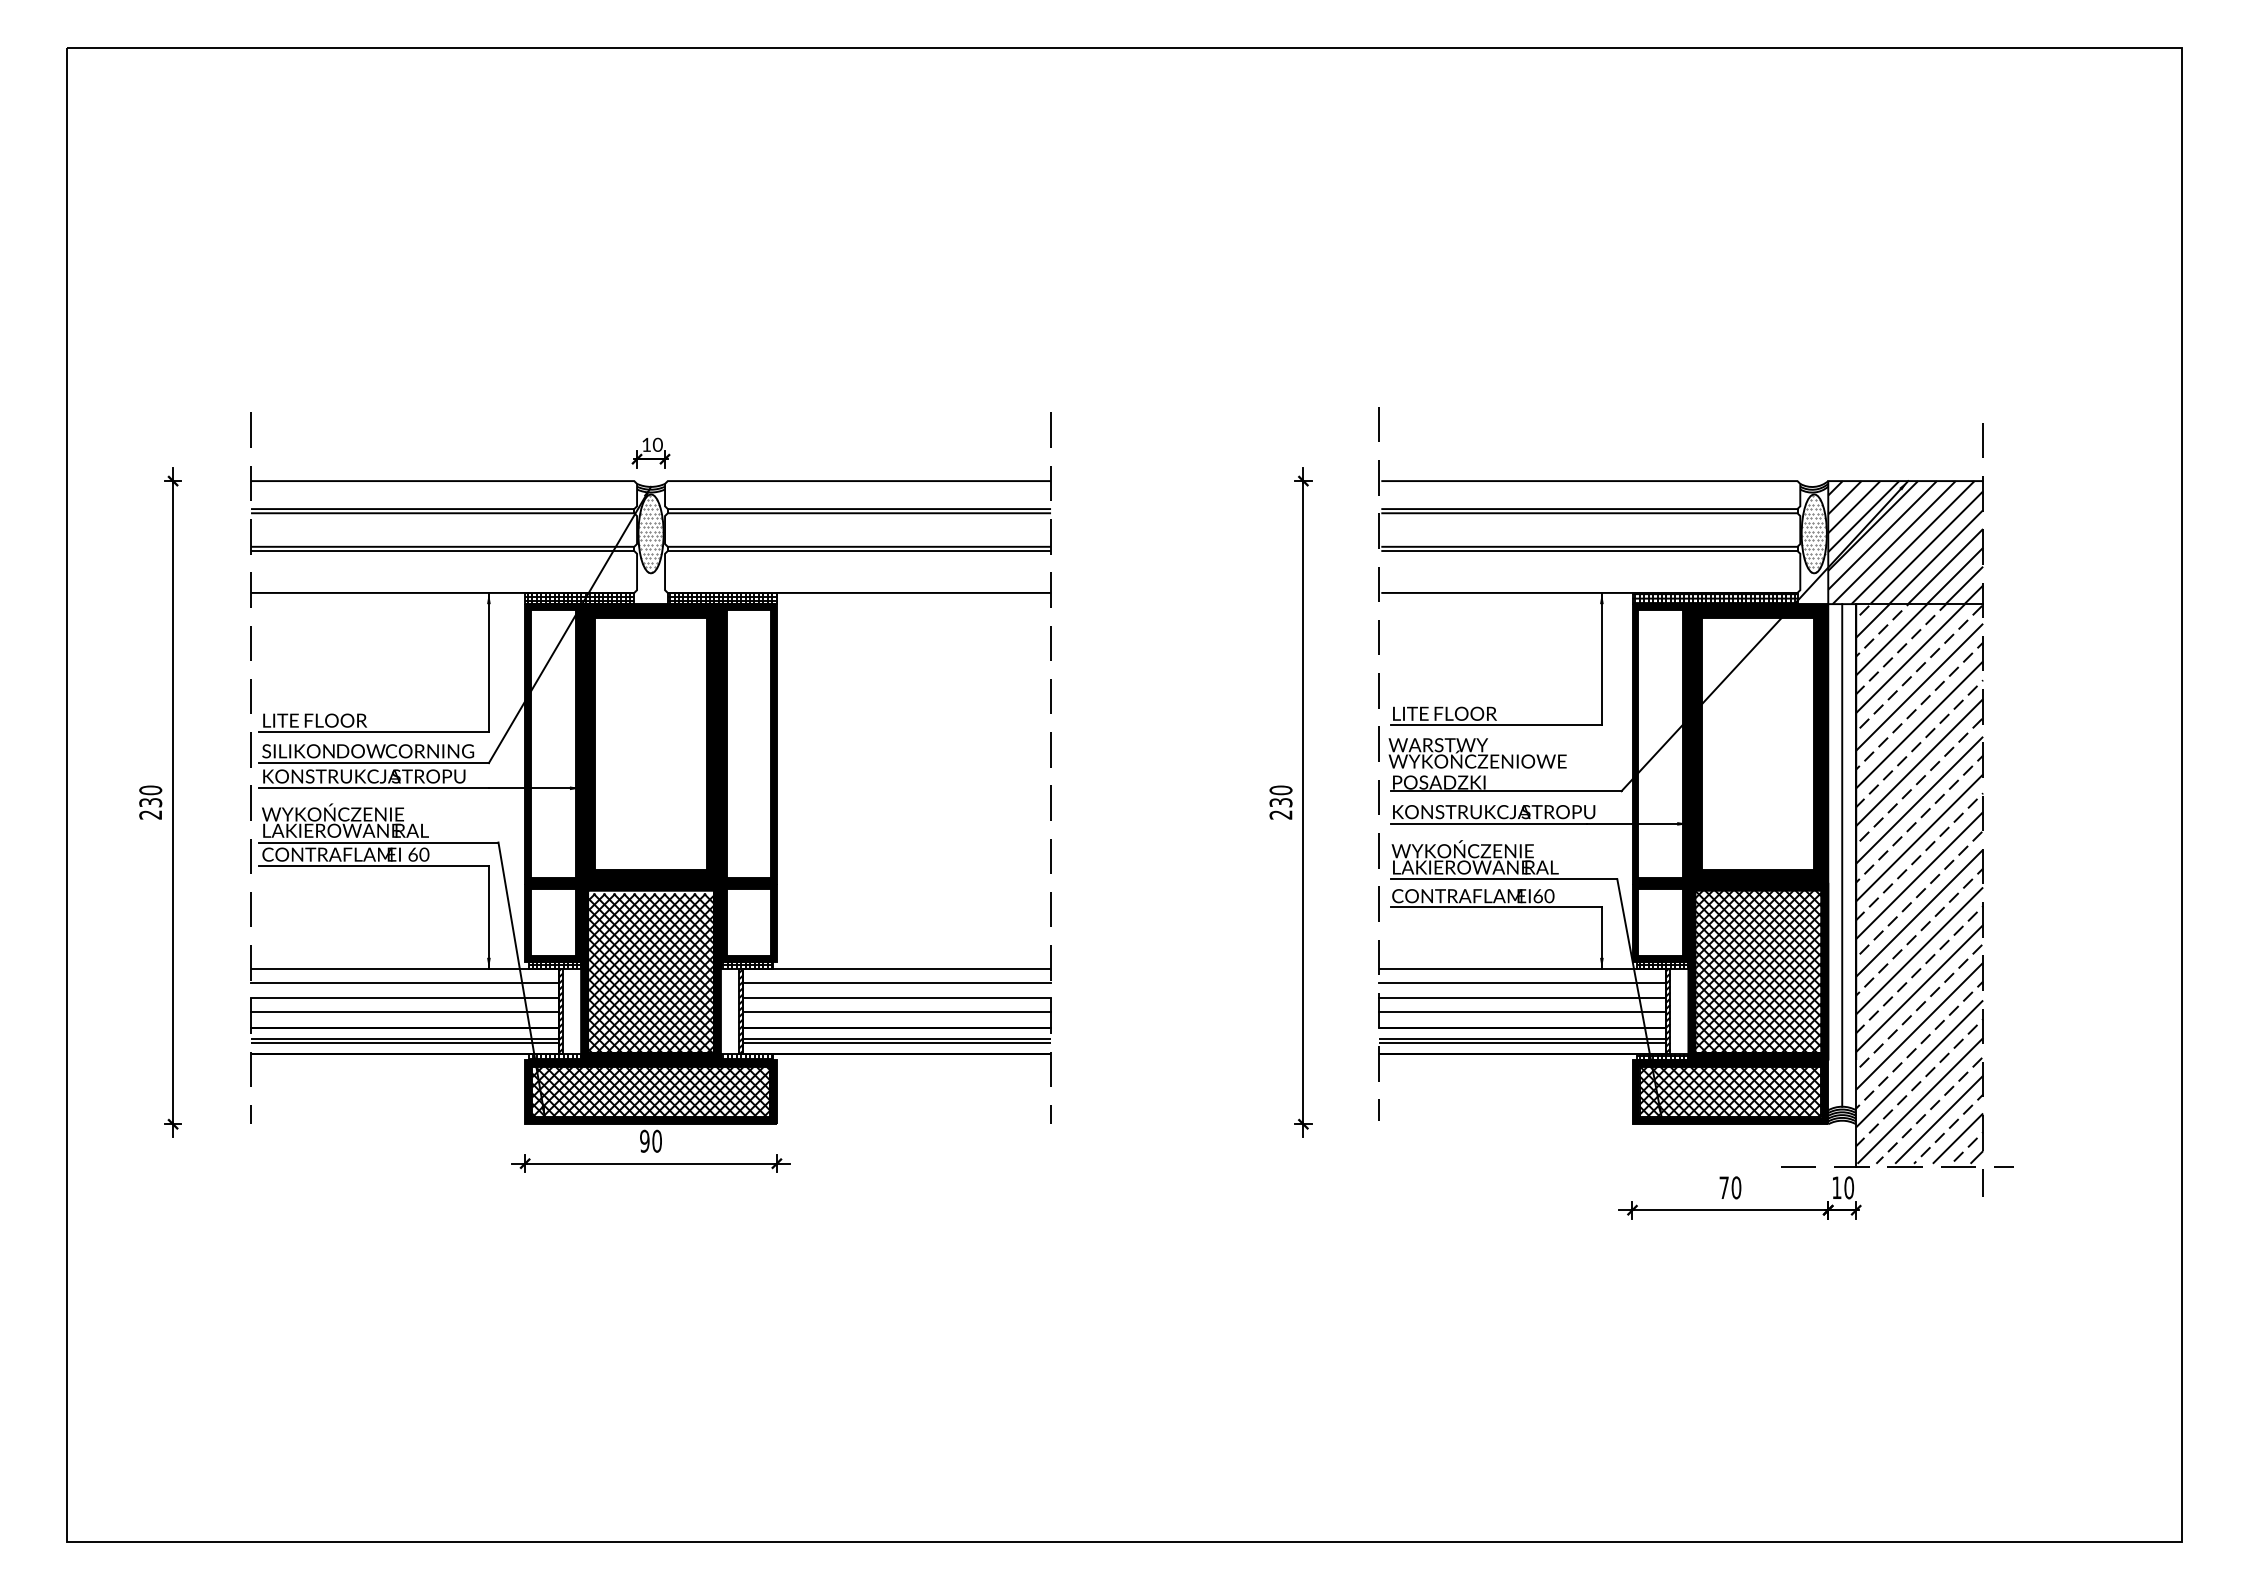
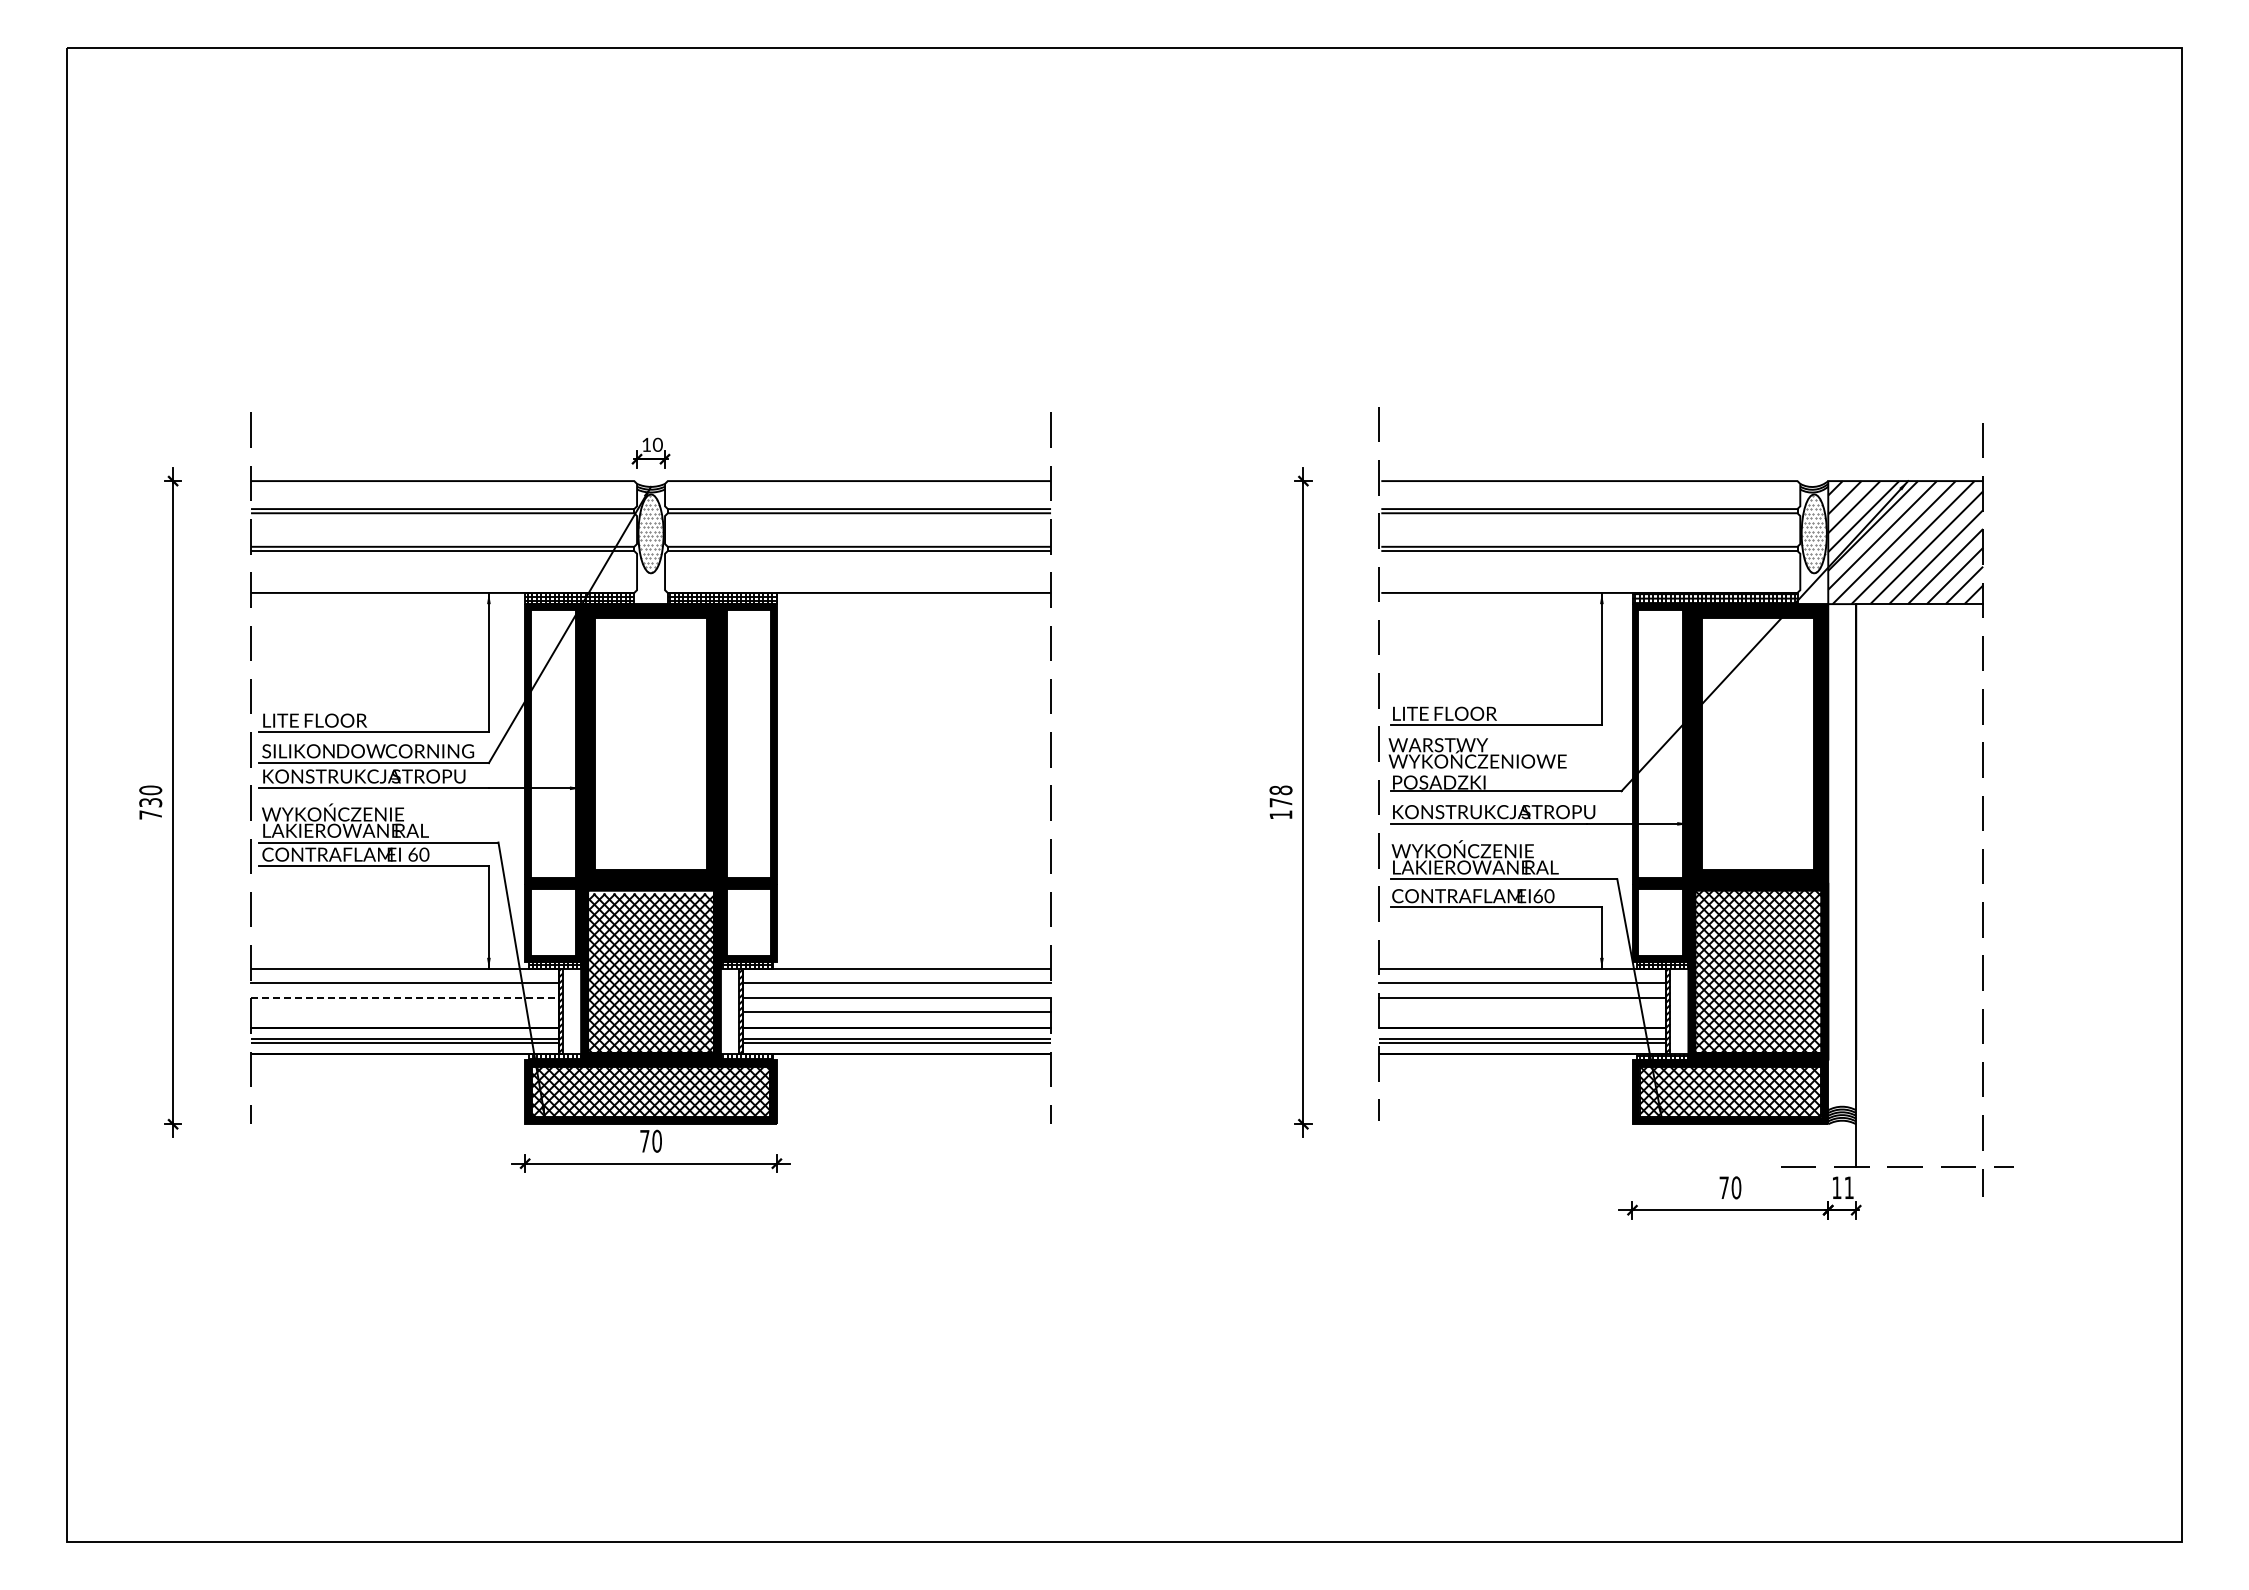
text at (1280, 802): 230 -> 178
text at (150, 814): 230 -> 730
line at (1842, 855): present -> none
hatch at (1919, 883): present -> none
line at (404, 998): solid -> dashed
line at (404, 1012): present -> none
line at (1522, 1012): present -> none
text at (644, 1140): 90 -> 70
text at (1849, 1187): 10 -> 11
